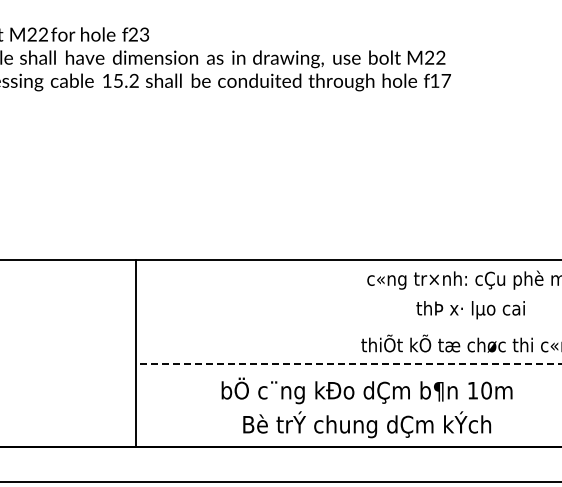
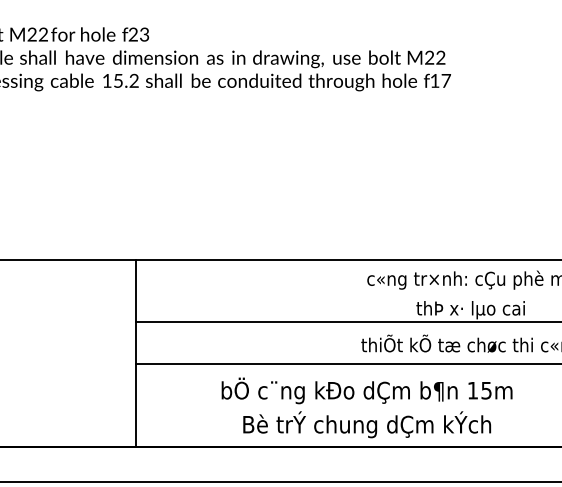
line at (346, 322): none -> present
line at (348, 364): dashed -> solid
text at (486, 390): 10m -> 15m
